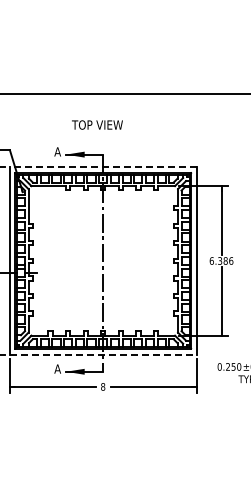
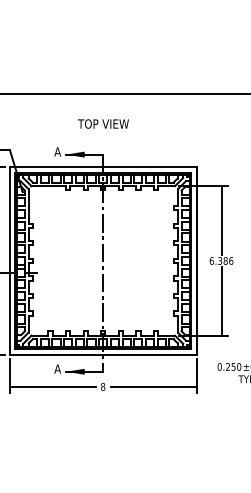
text at (97, 124) position: (97, 124) -> (103, 123)
line at (103, 167): dashed -> solid
line at (103, 354): dashed -> solid
